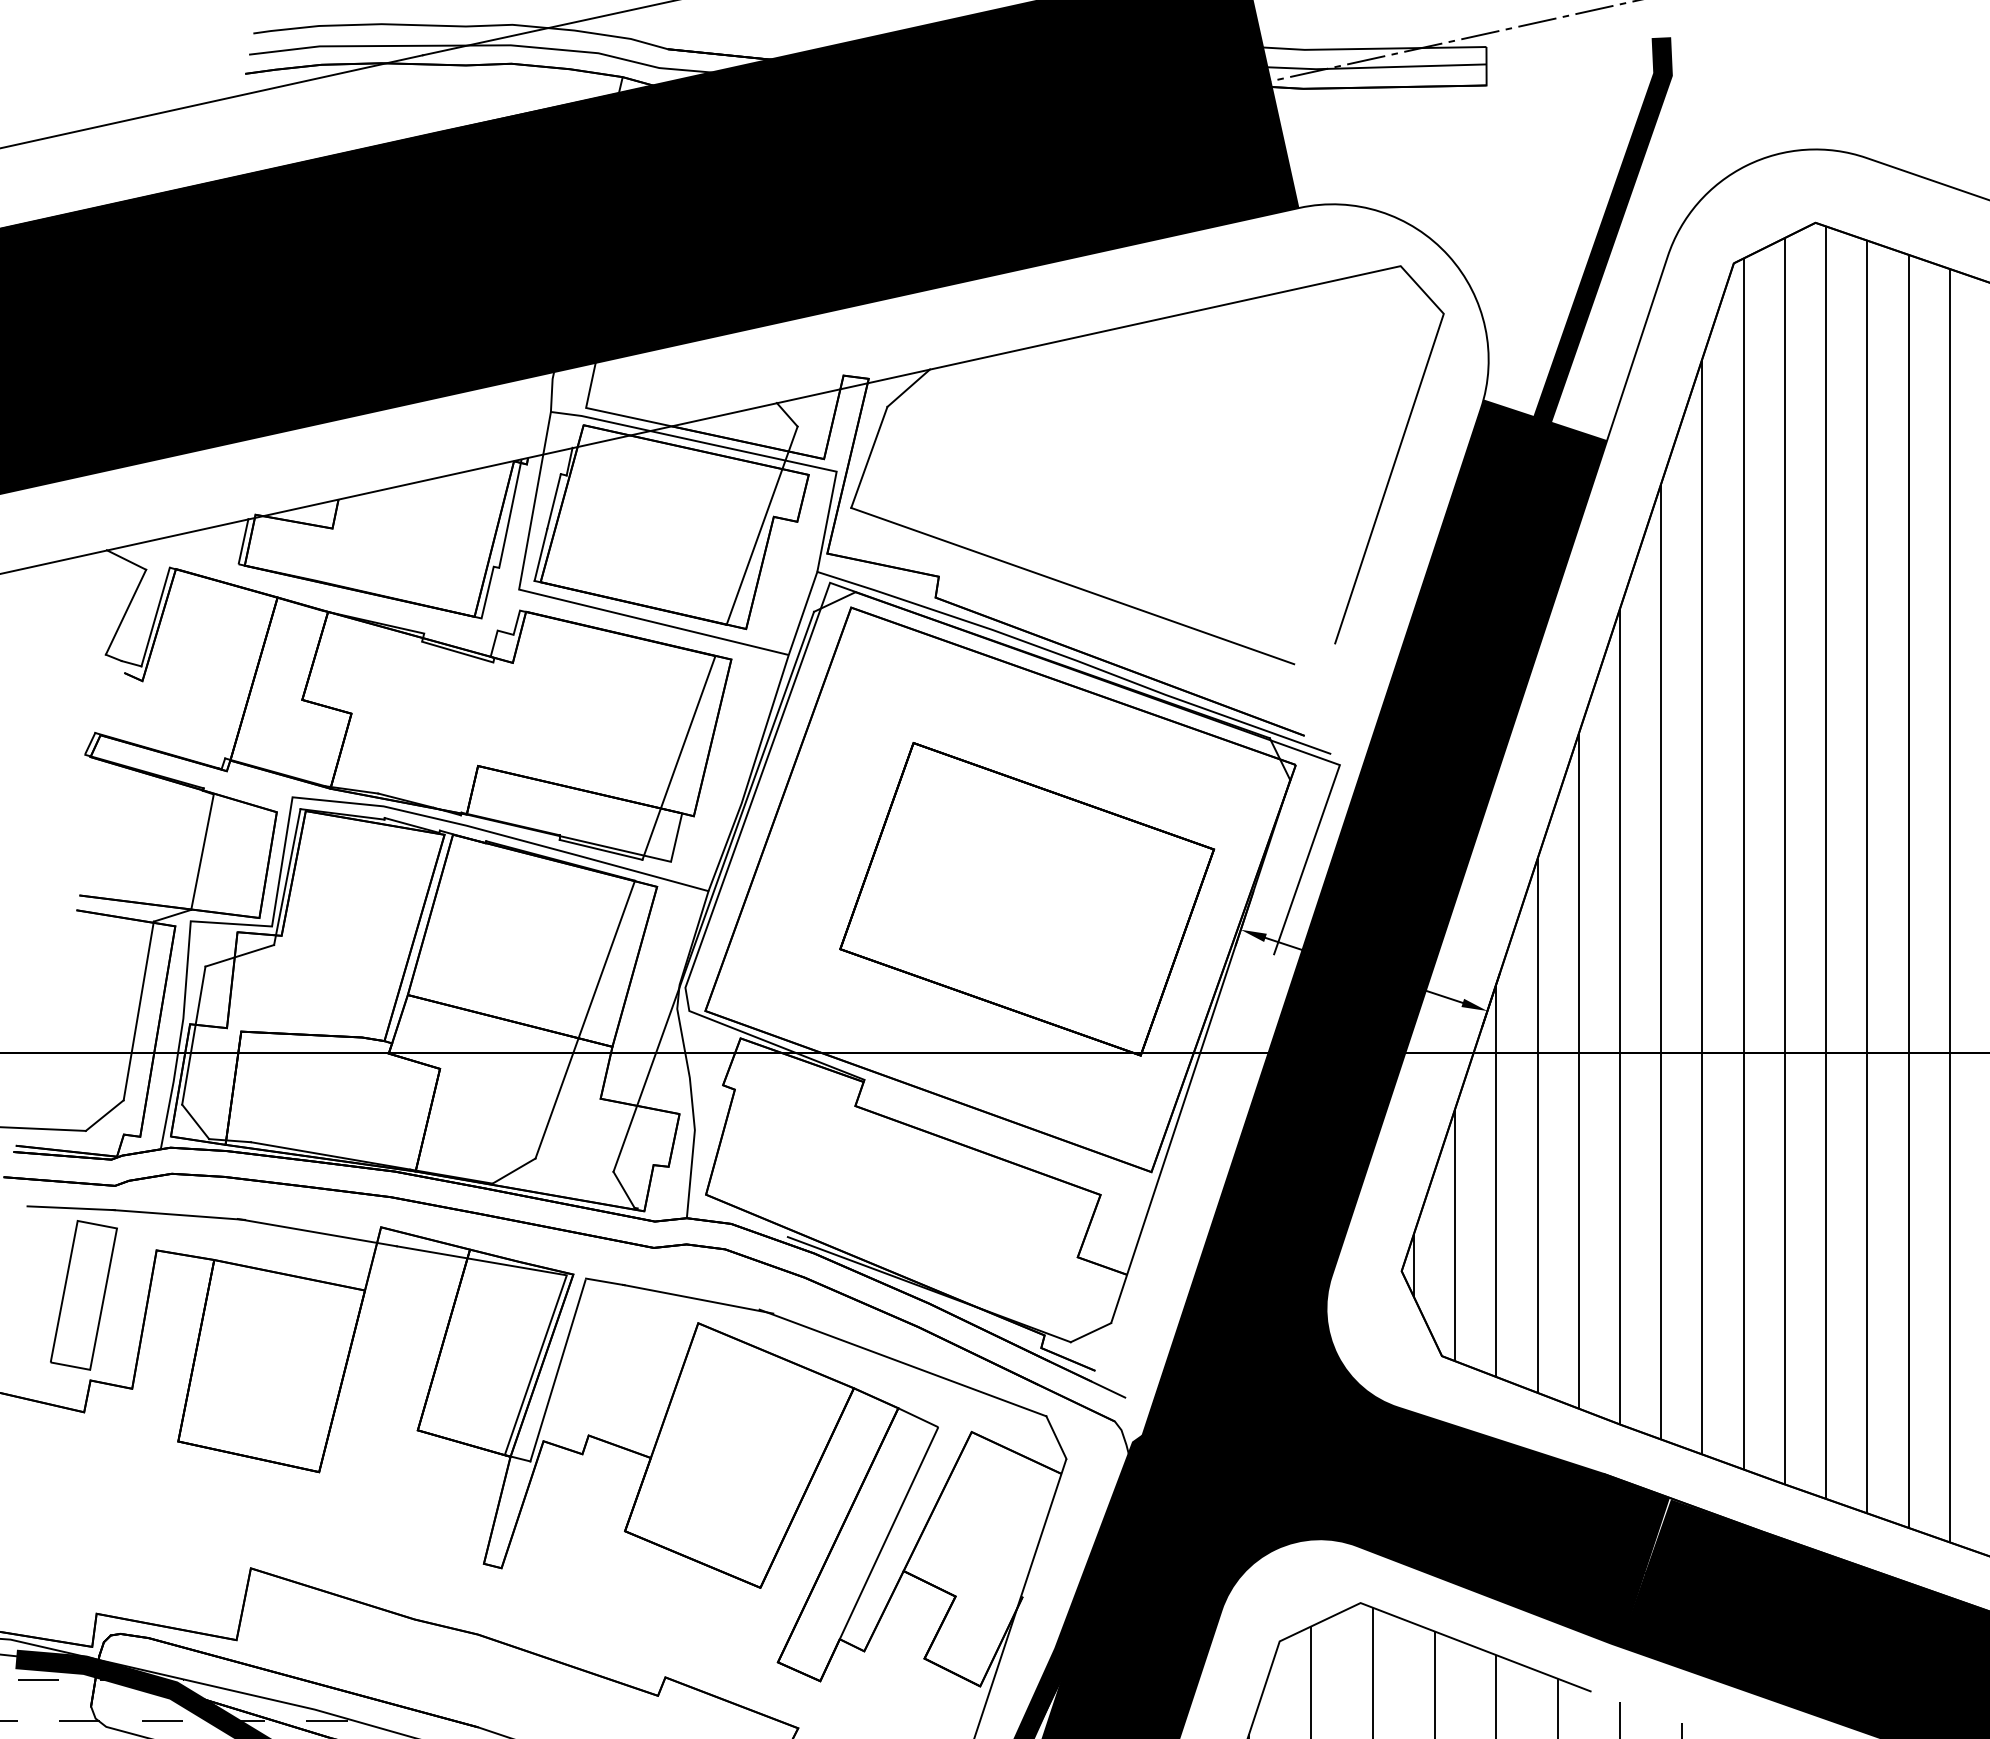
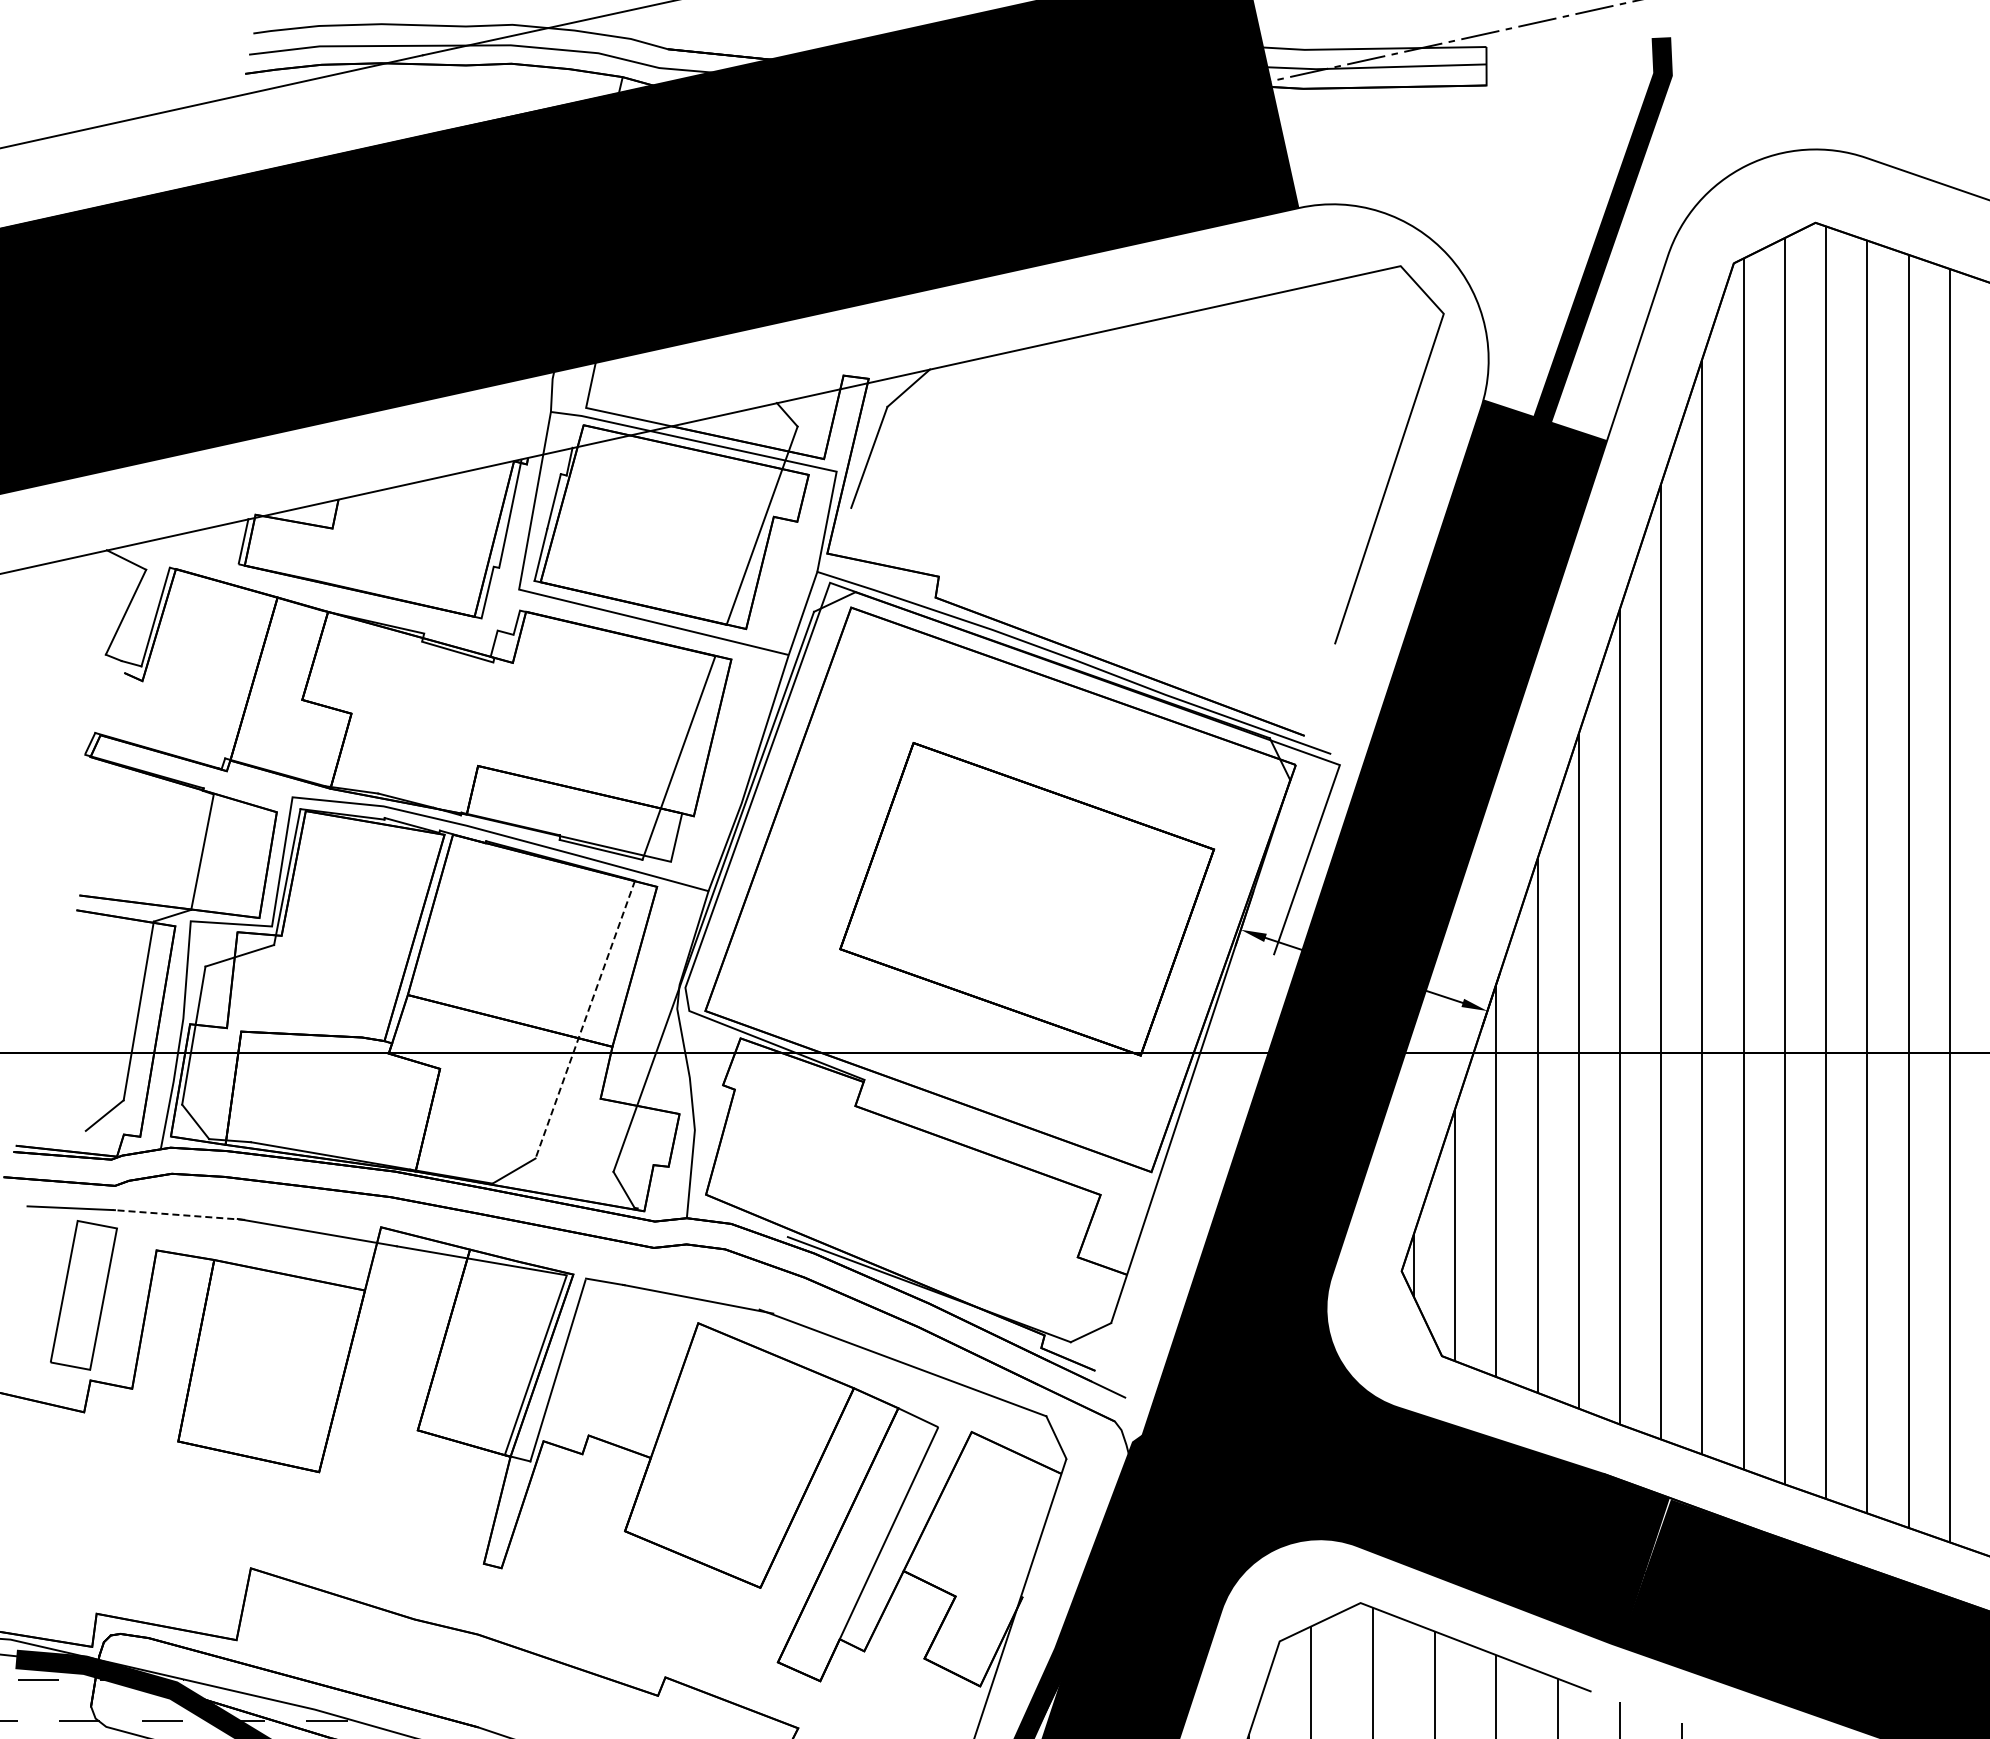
line at (1072, 585): present -> none
line at (585, 1019): solid -> dashed
line at (43, 1128): present -> none
line at (178, 1214): solid -> dashed
